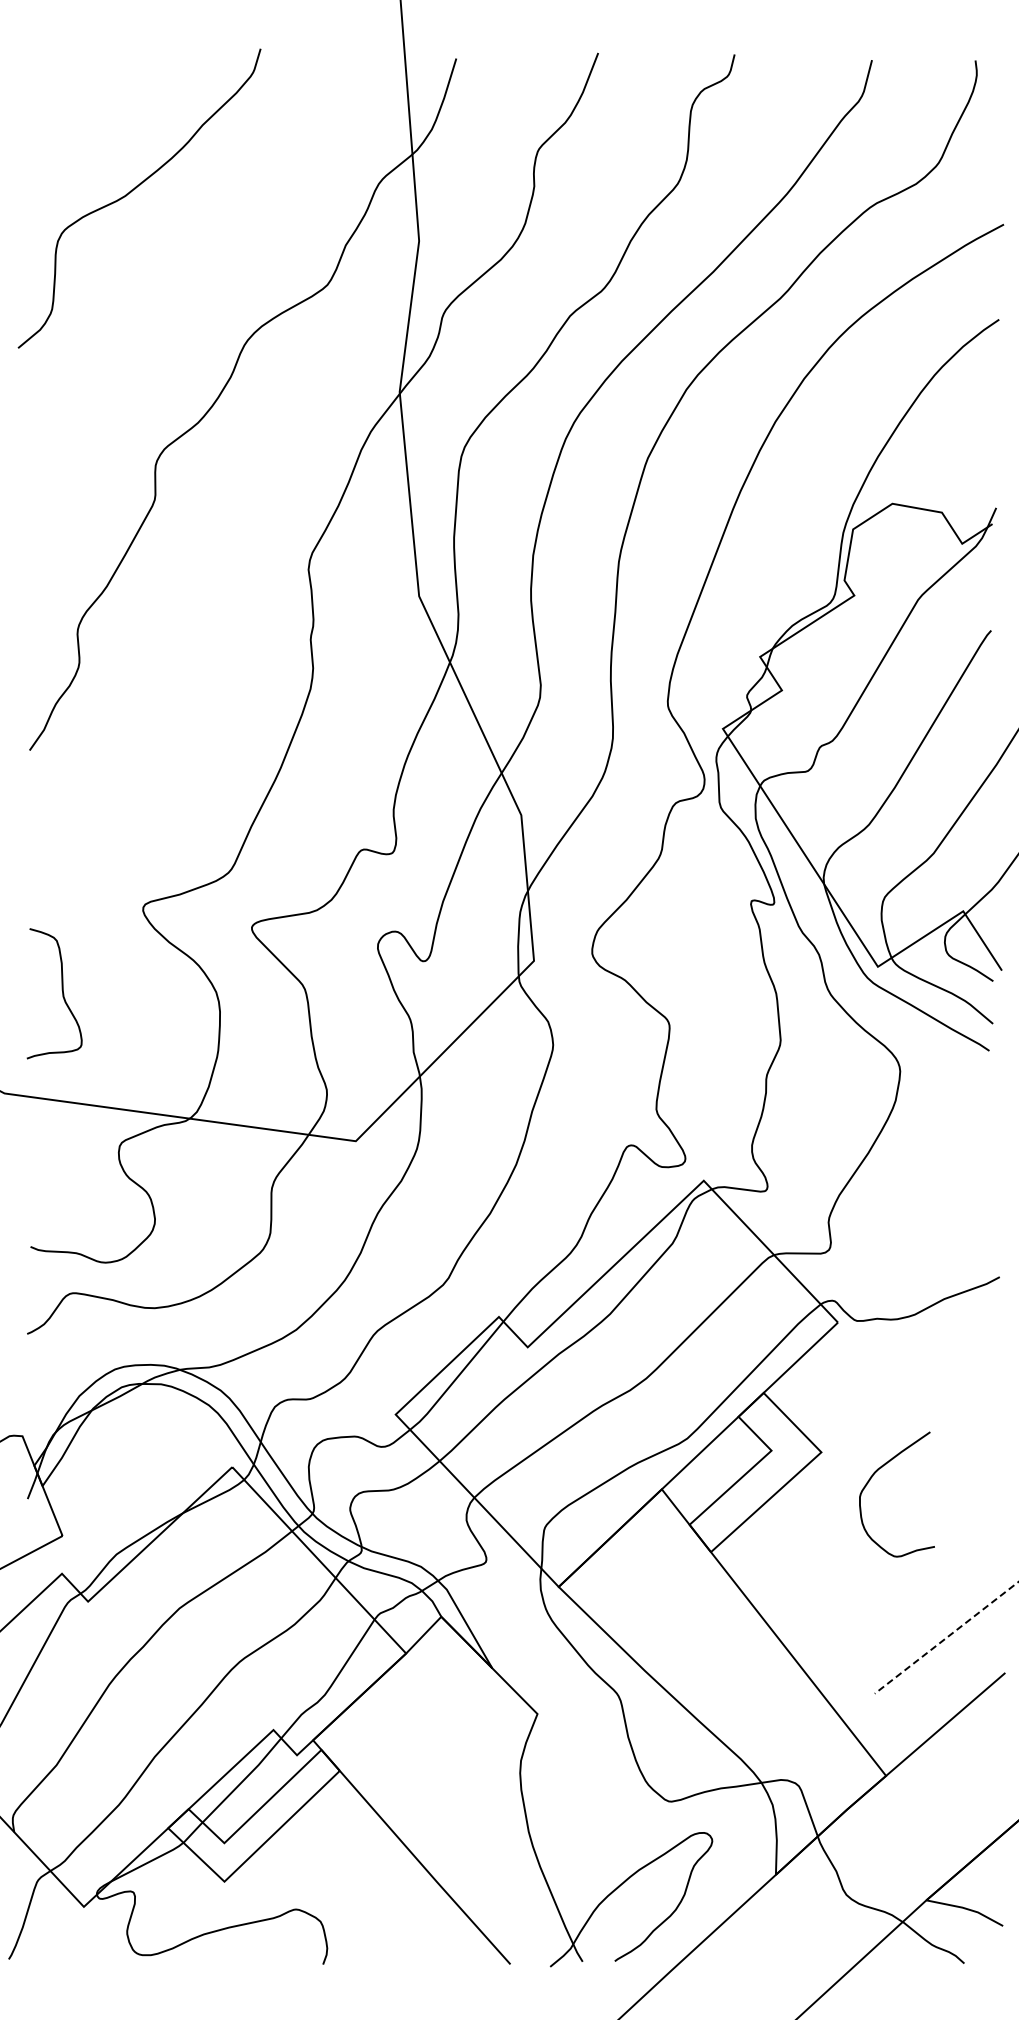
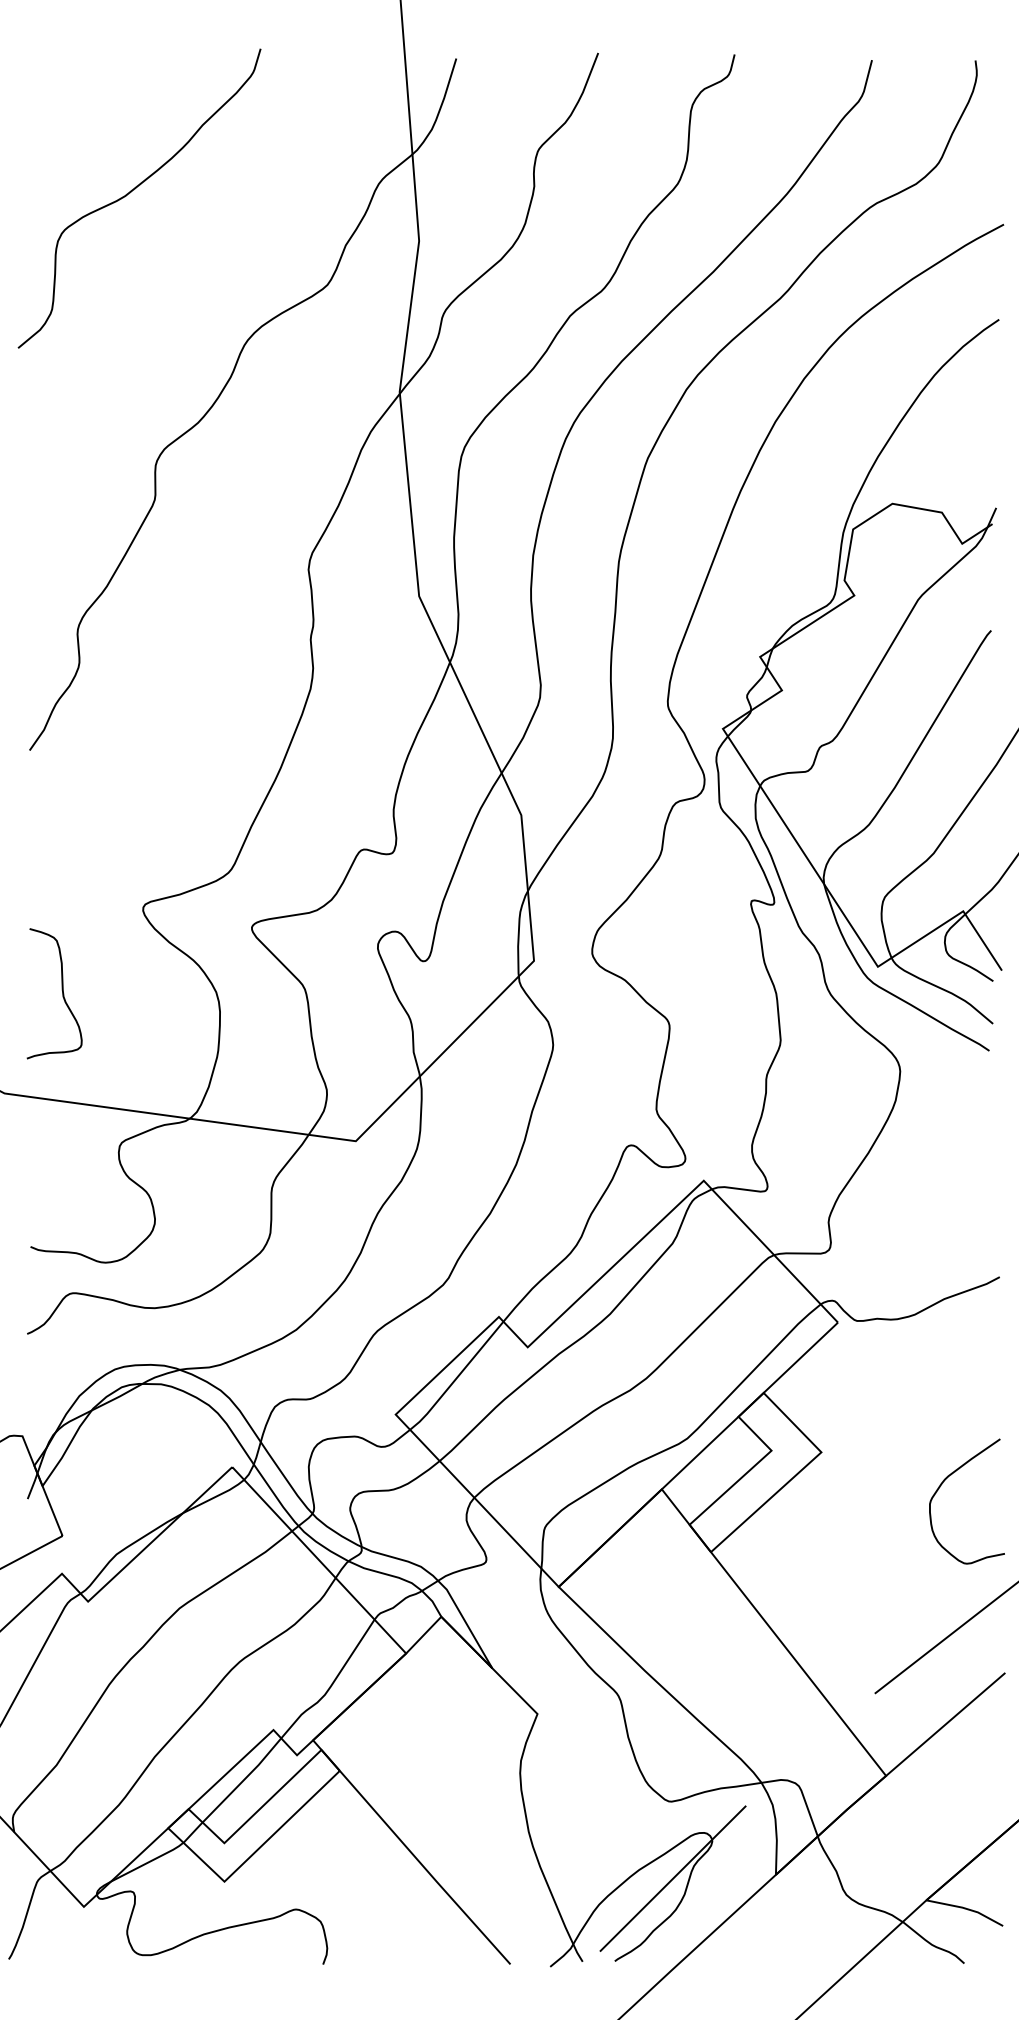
curve at (873, 1476) position: (873, 1476) -> (943, 1483)
line at (946, 1637): dashed -> solid
line at (672, 1878): none -> present
